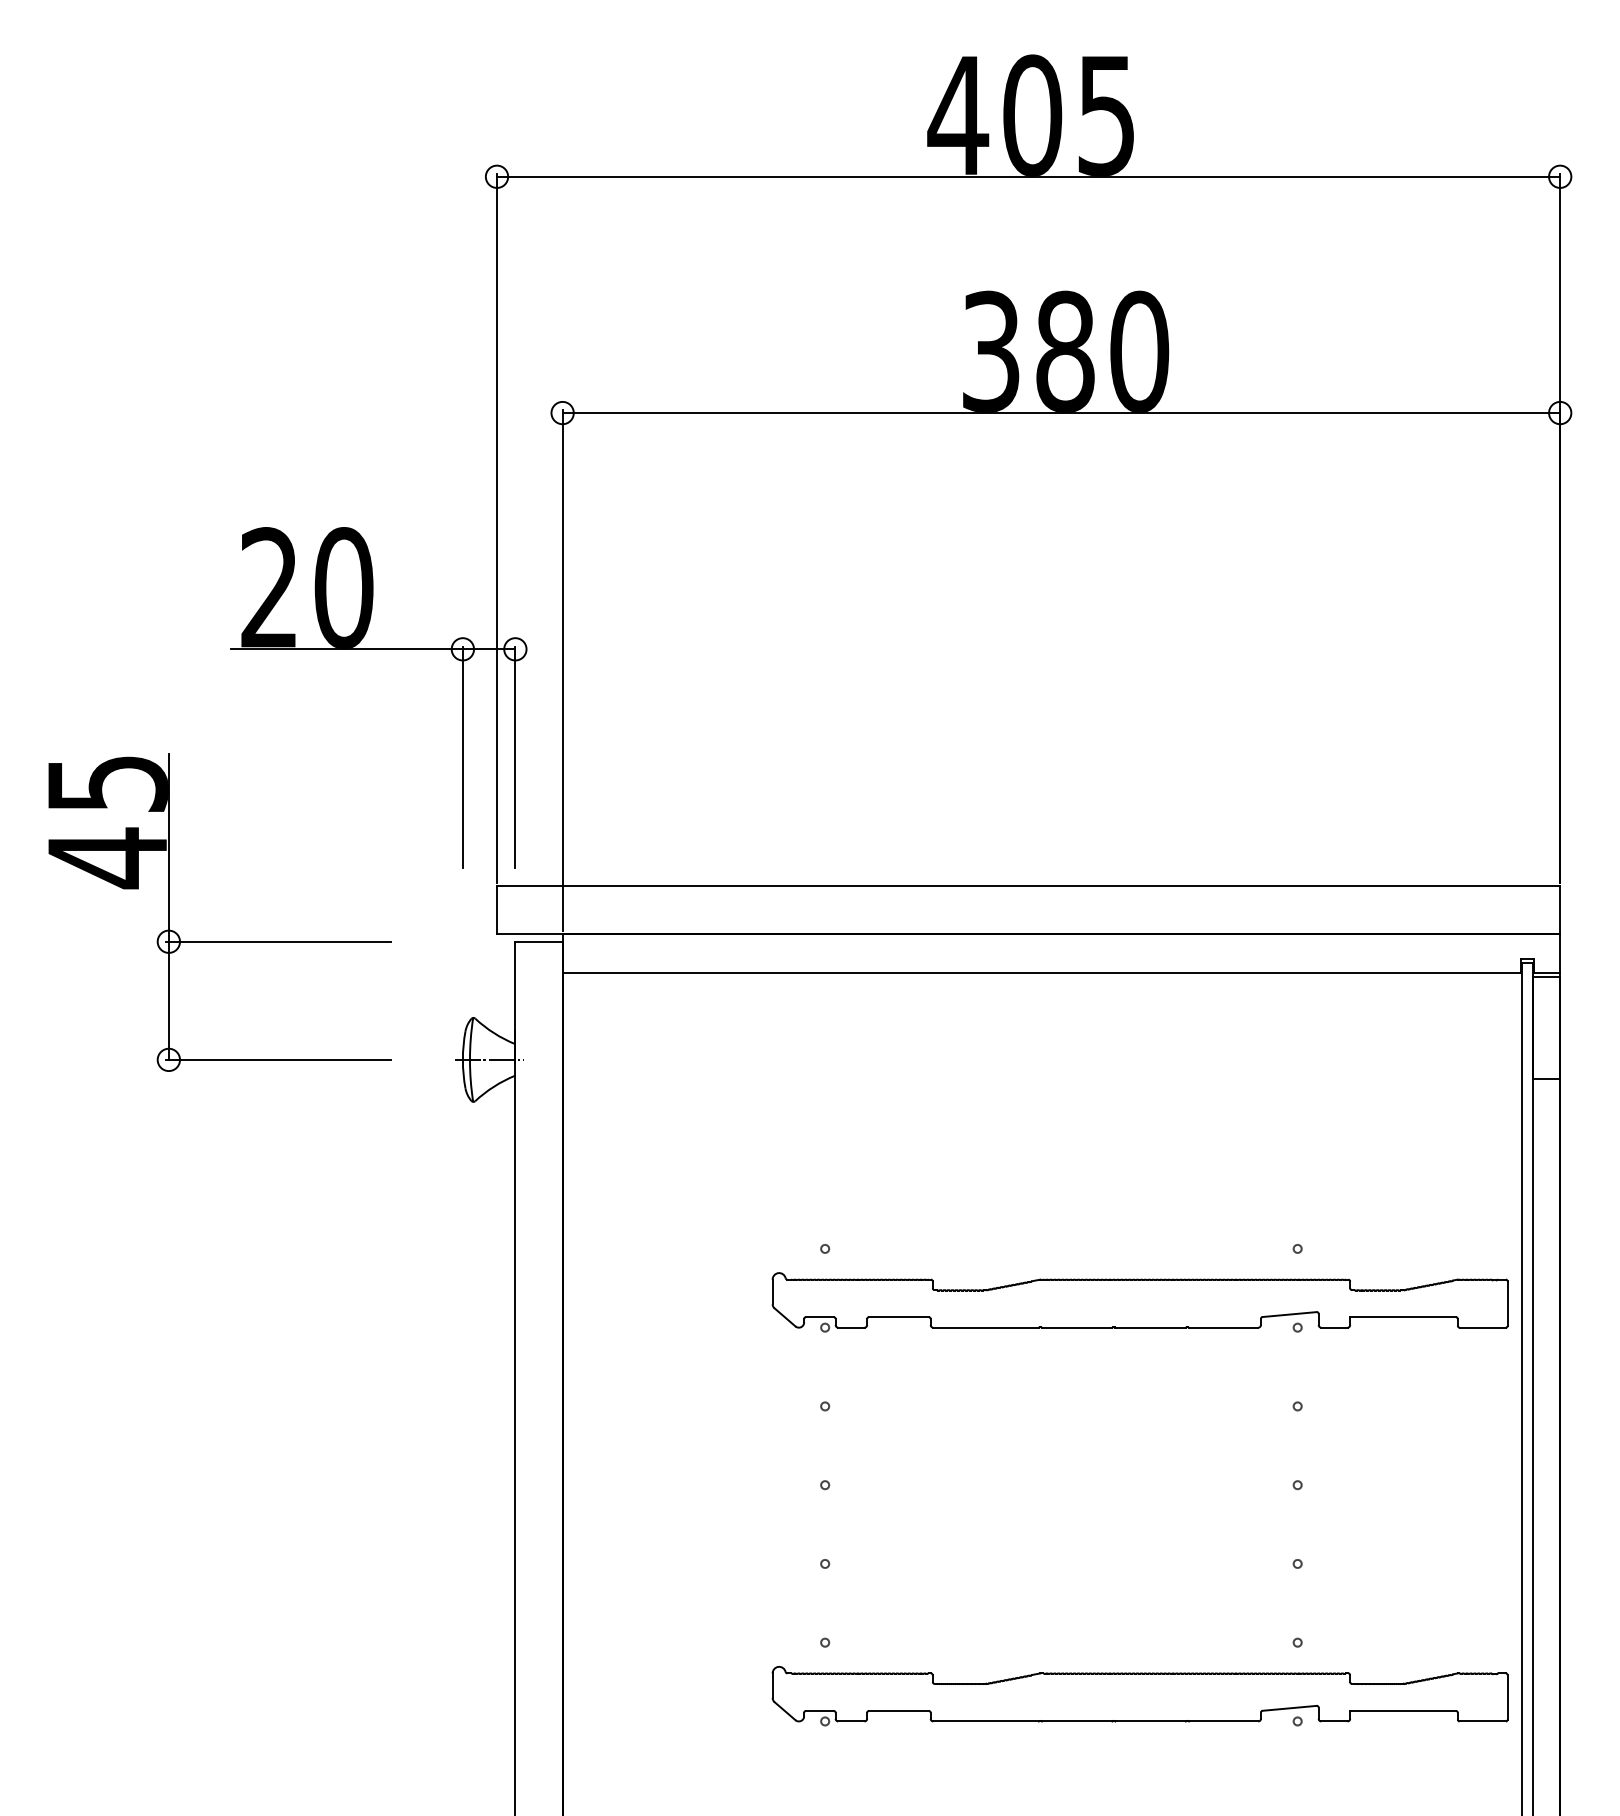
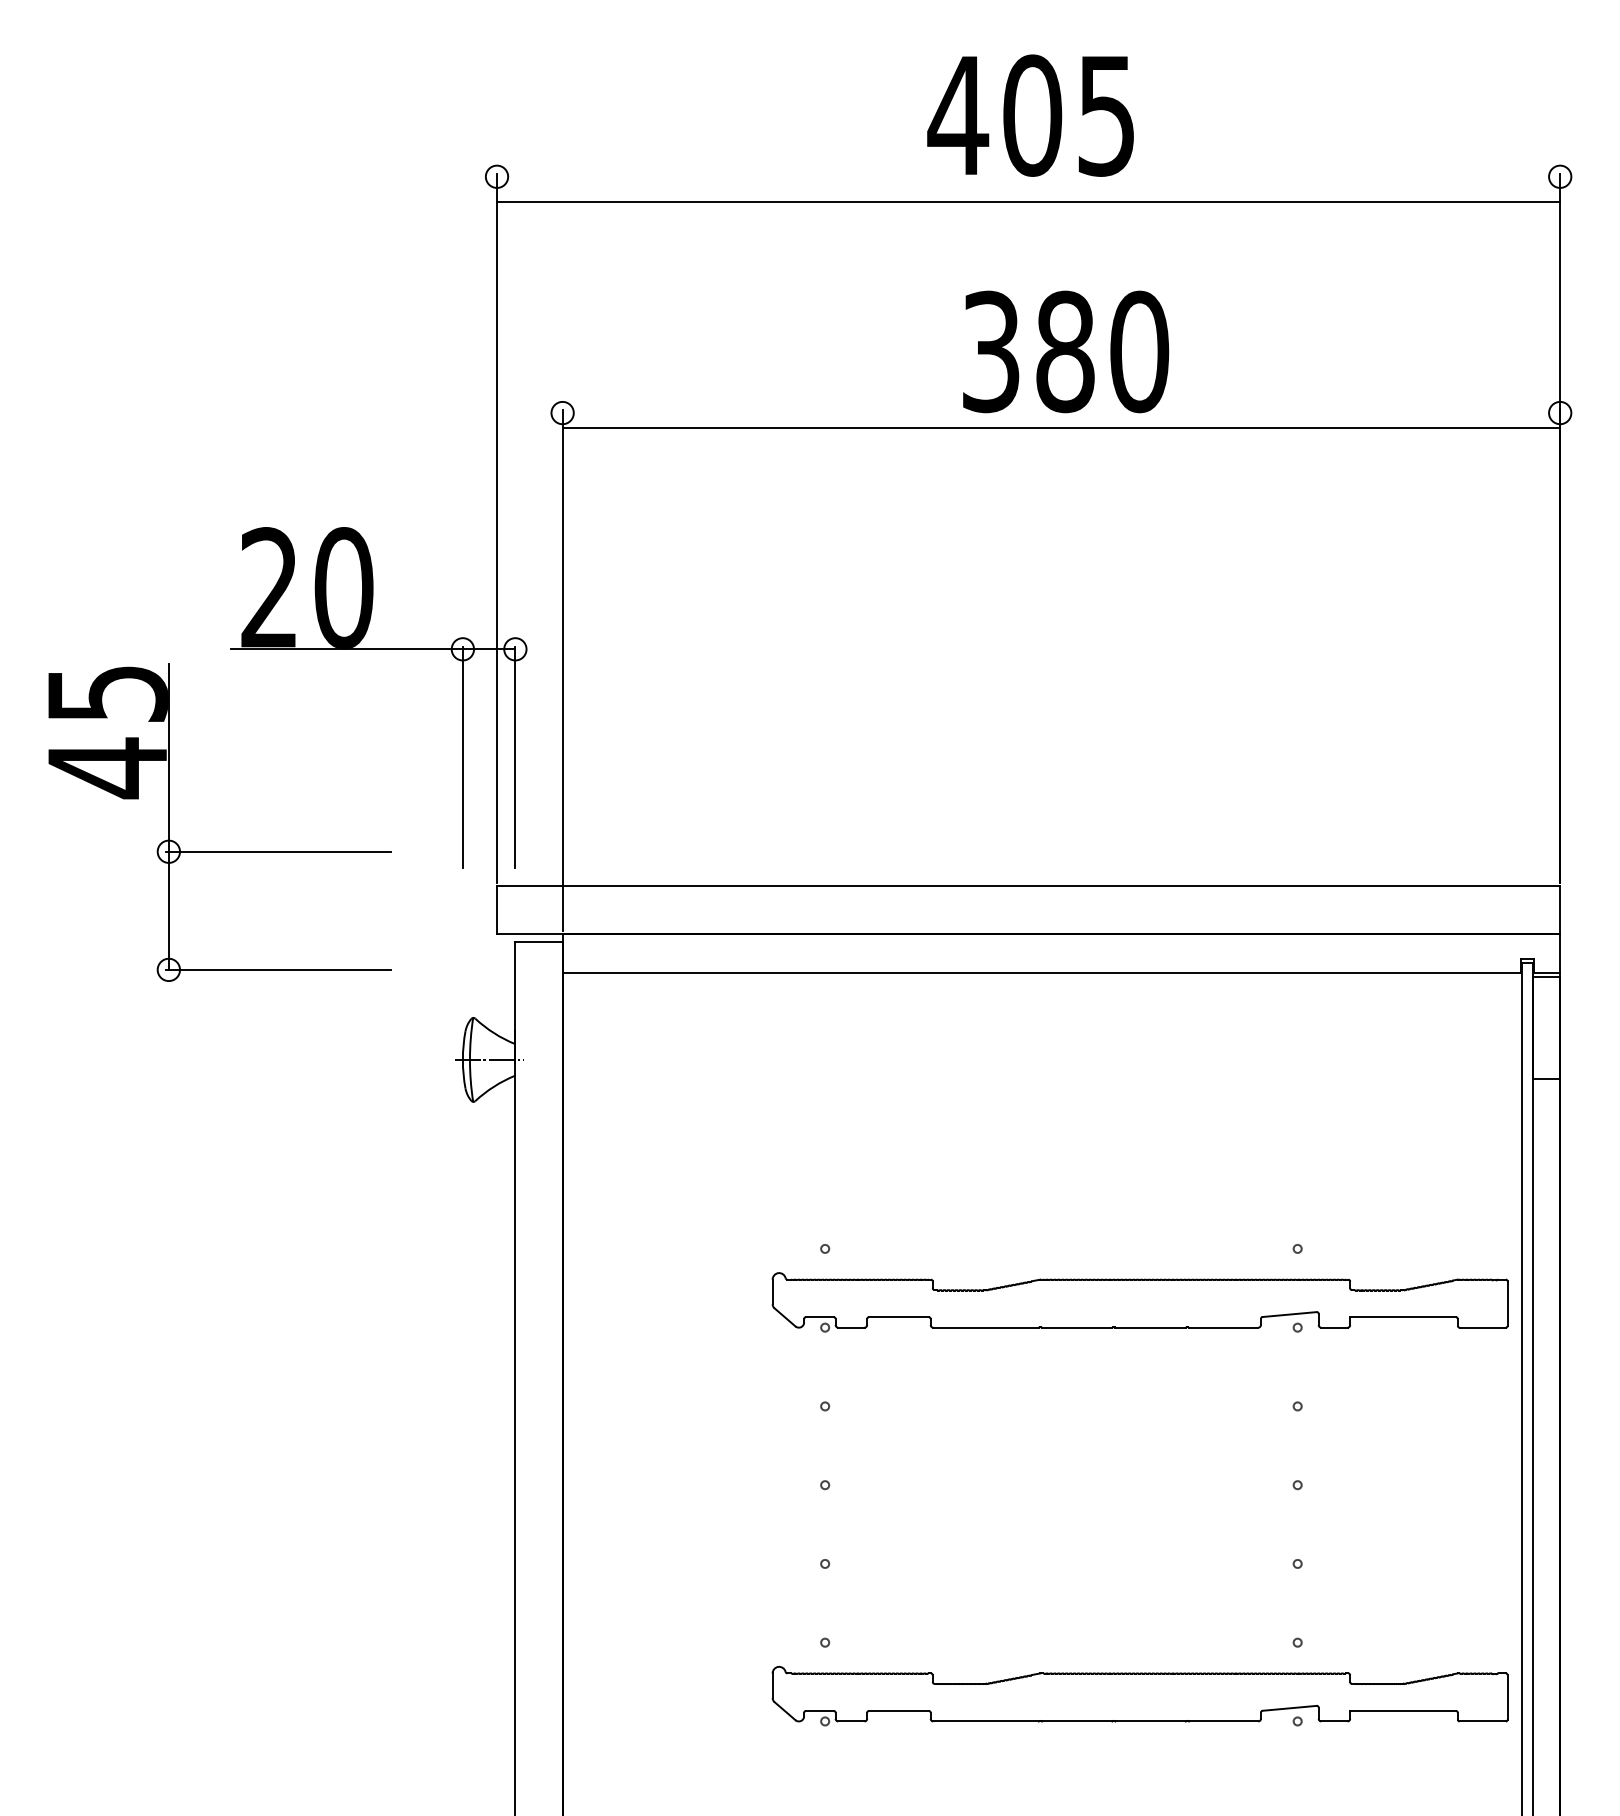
line at (1028, 176) position: (1028, 176) -> (1028, 201)
line at (1061, 413) position: (1061, 413) -> (1061, 428)
part at (219, 941) position: (219, 941) -> (219, 851)
